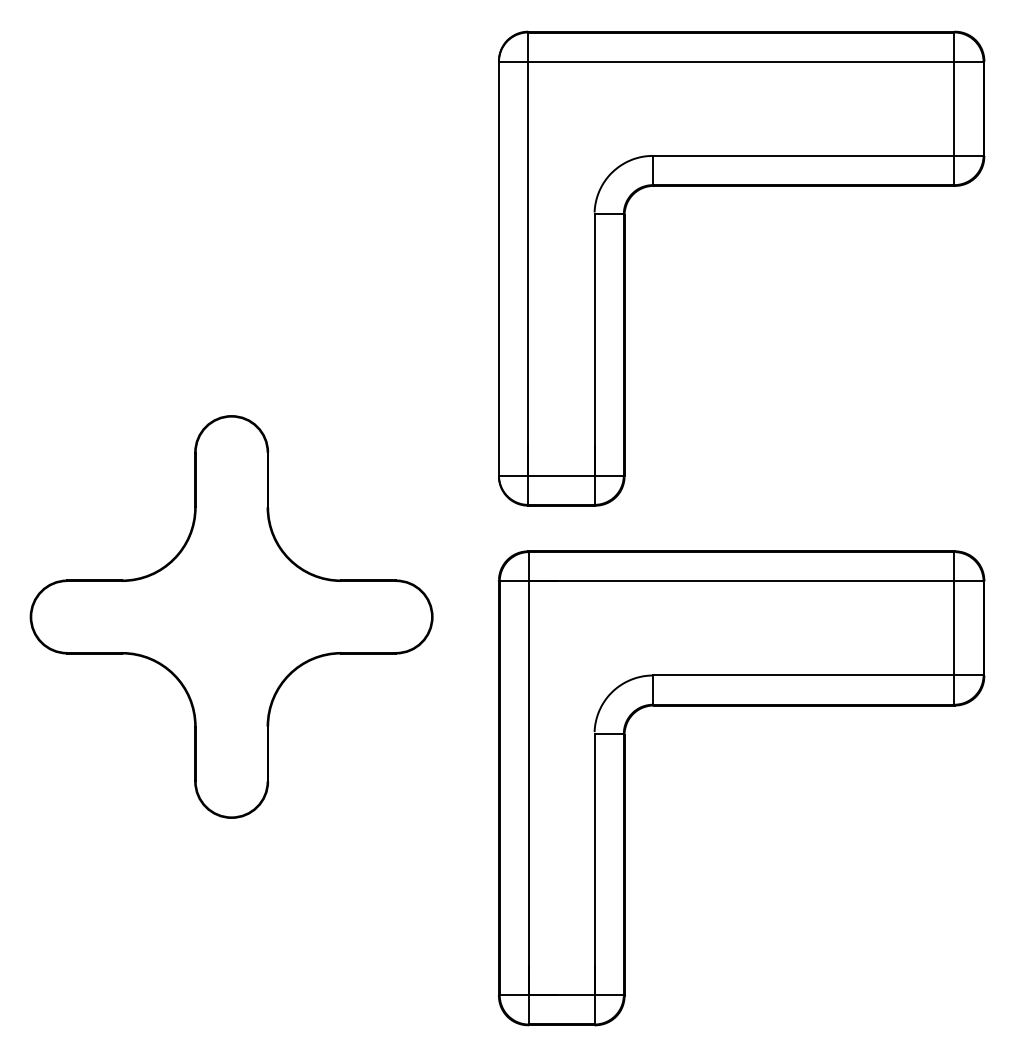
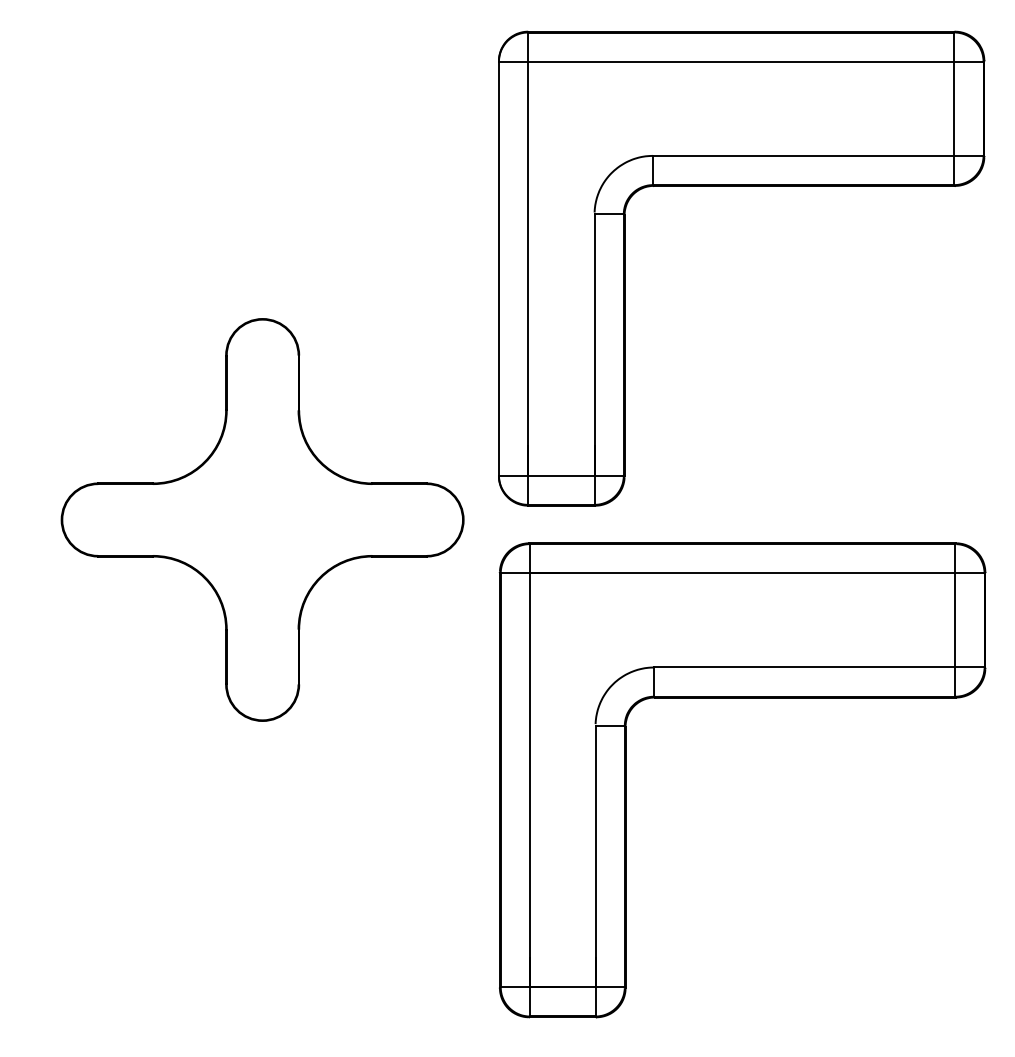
part at (231, 616) position: (231, 616) -> (262, 519)
part at (741, 706) position: (741, 706) -> (742, 698)
